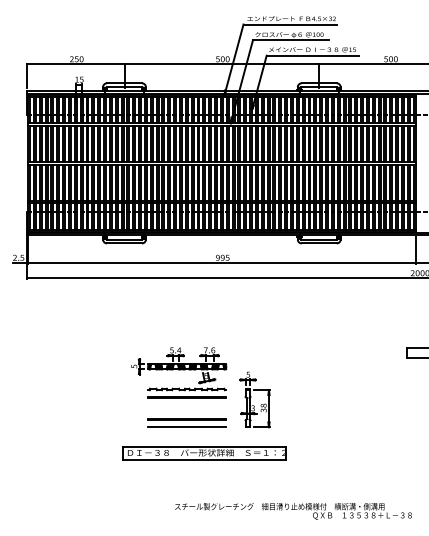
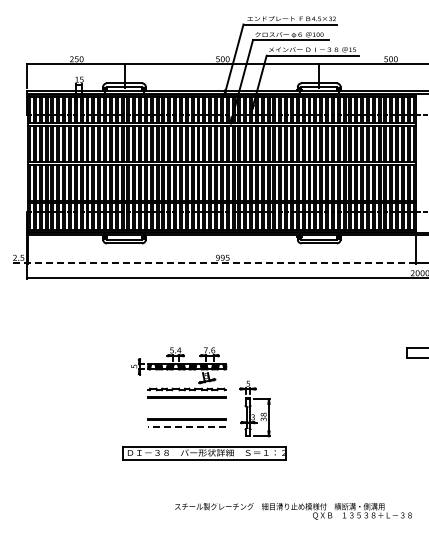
line at (214, 262): solid -> dashed
part at (254, 399) position: (254, 399) -> (254, 408)
line at (187, 427): solid -> dashed
